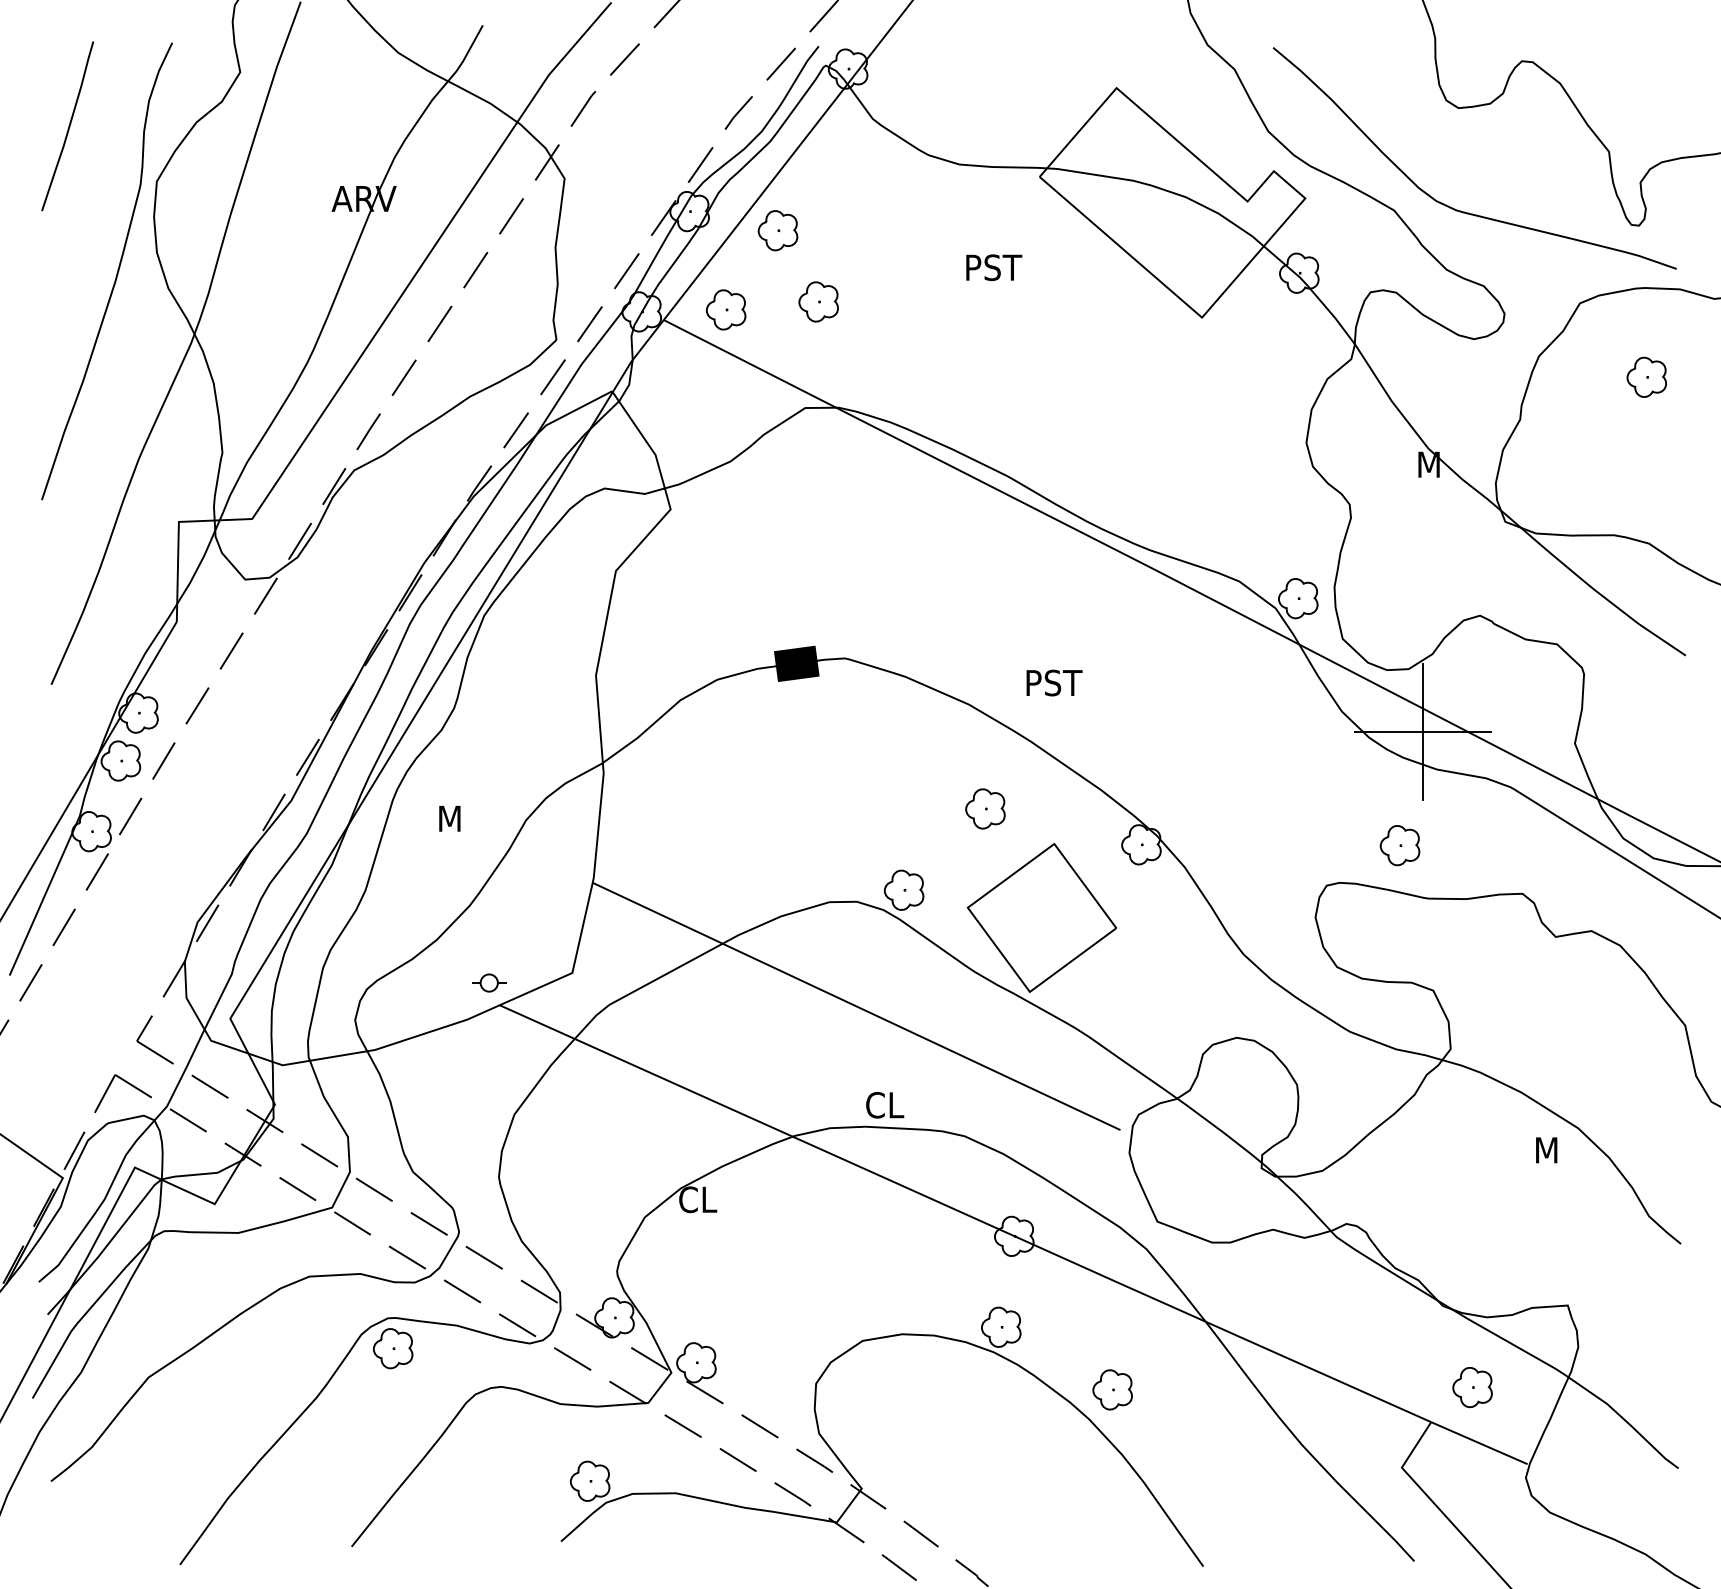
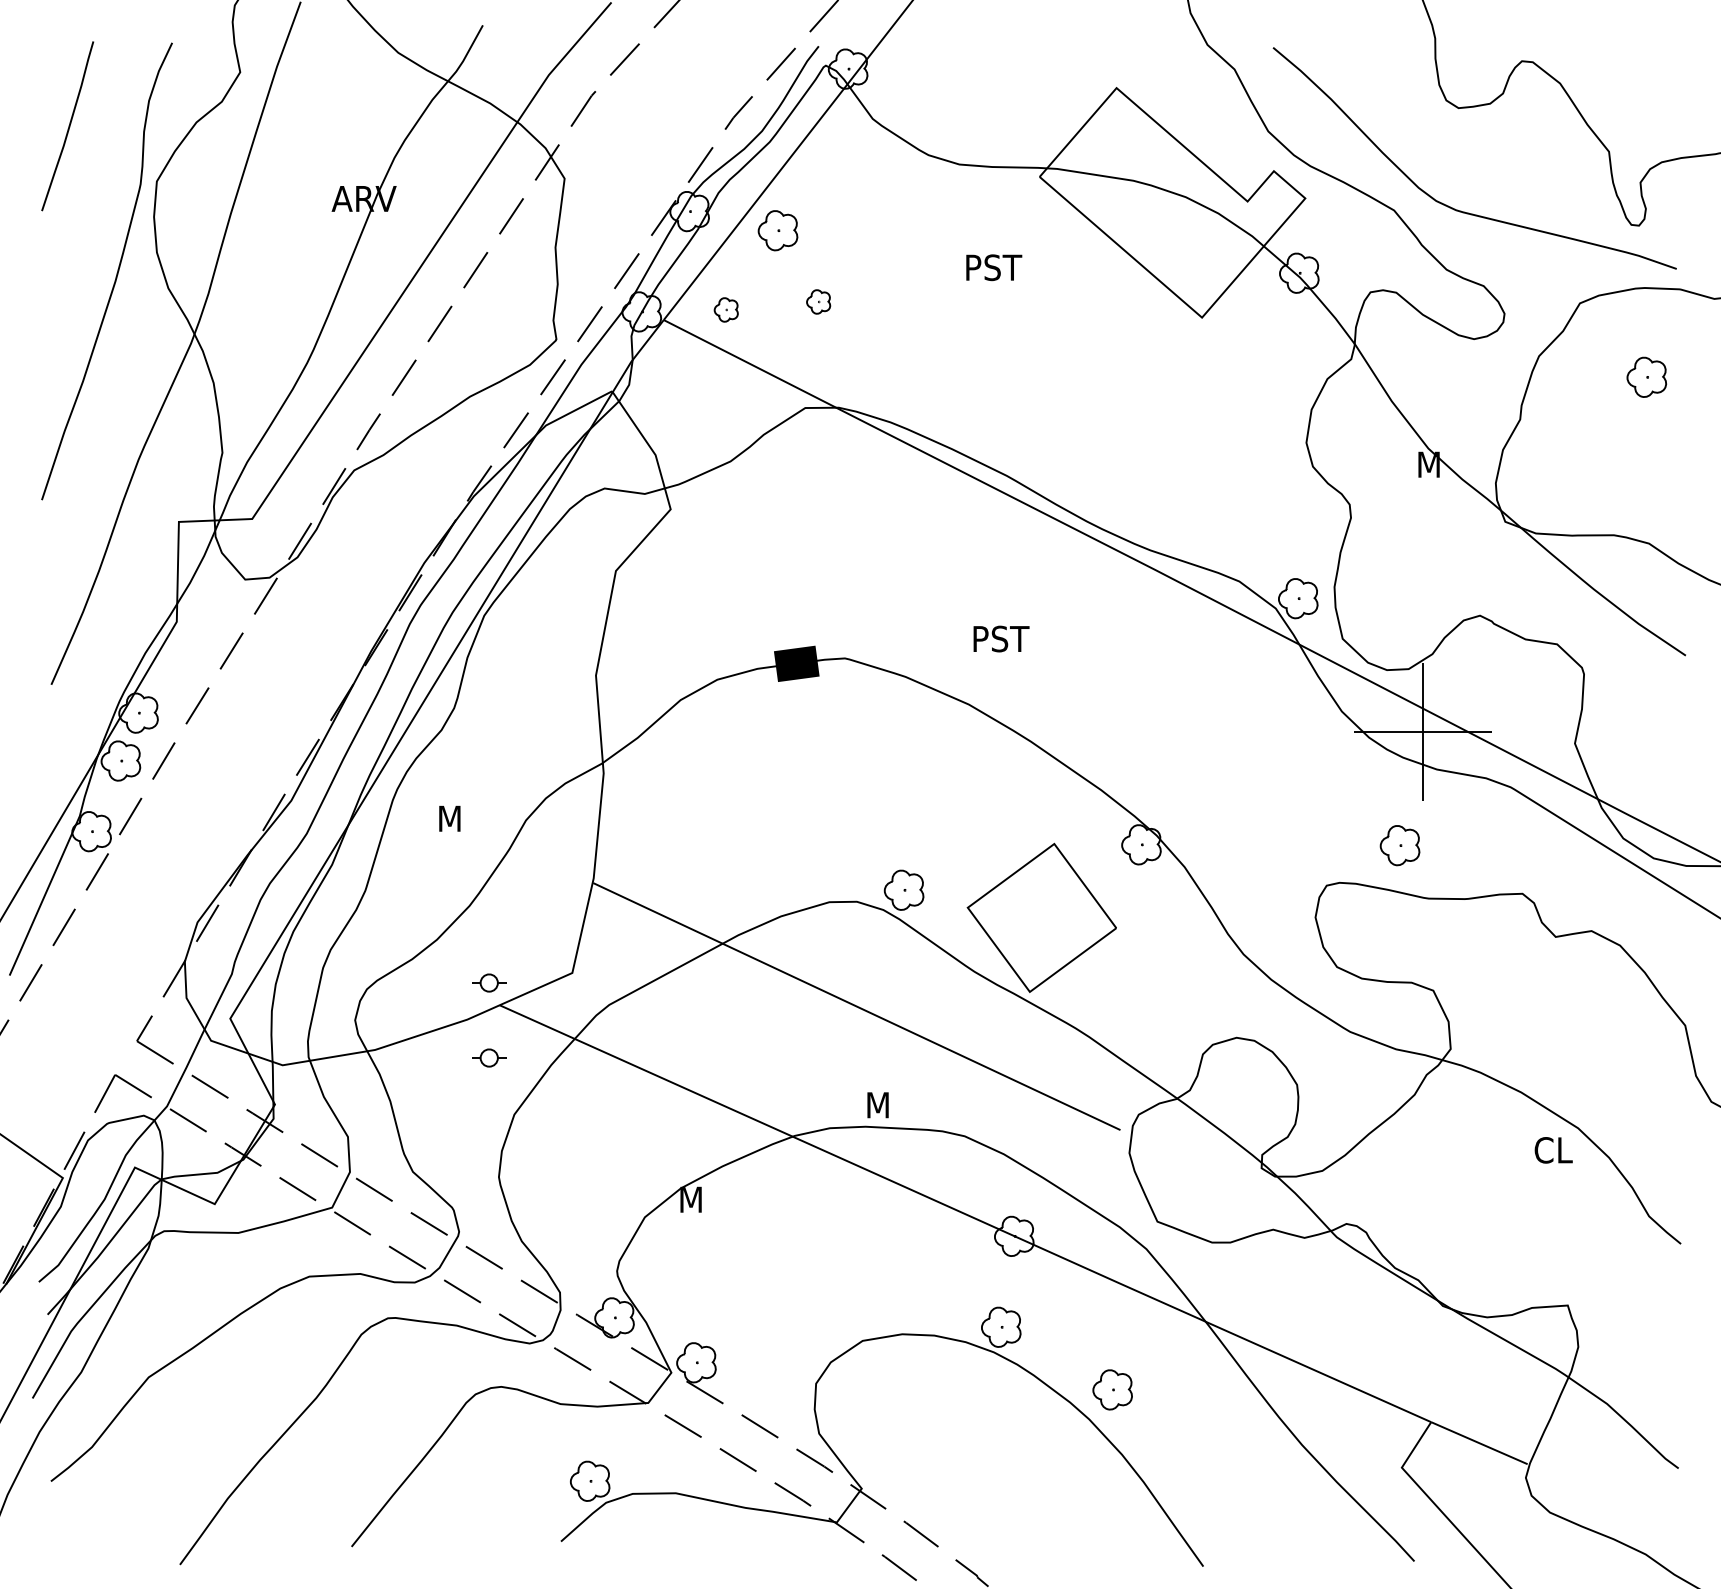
part at (818, 301) size: 41x42 px -> 26x26 px
part at (726, 309) size: 41x42 px -> 26x26 px
text at (1054, 682) position: (1054, 682) -> (1001, 638)
part at (985, 808): present -> none
part at (489, 1057): none -> present
text at (885, 1104): CL -> M
text at (1553, 1150): M -> CL
text at (698, 1199): CL -> M
part at (393, 1348): present -> none
part at (1472, 1387): present -> none
